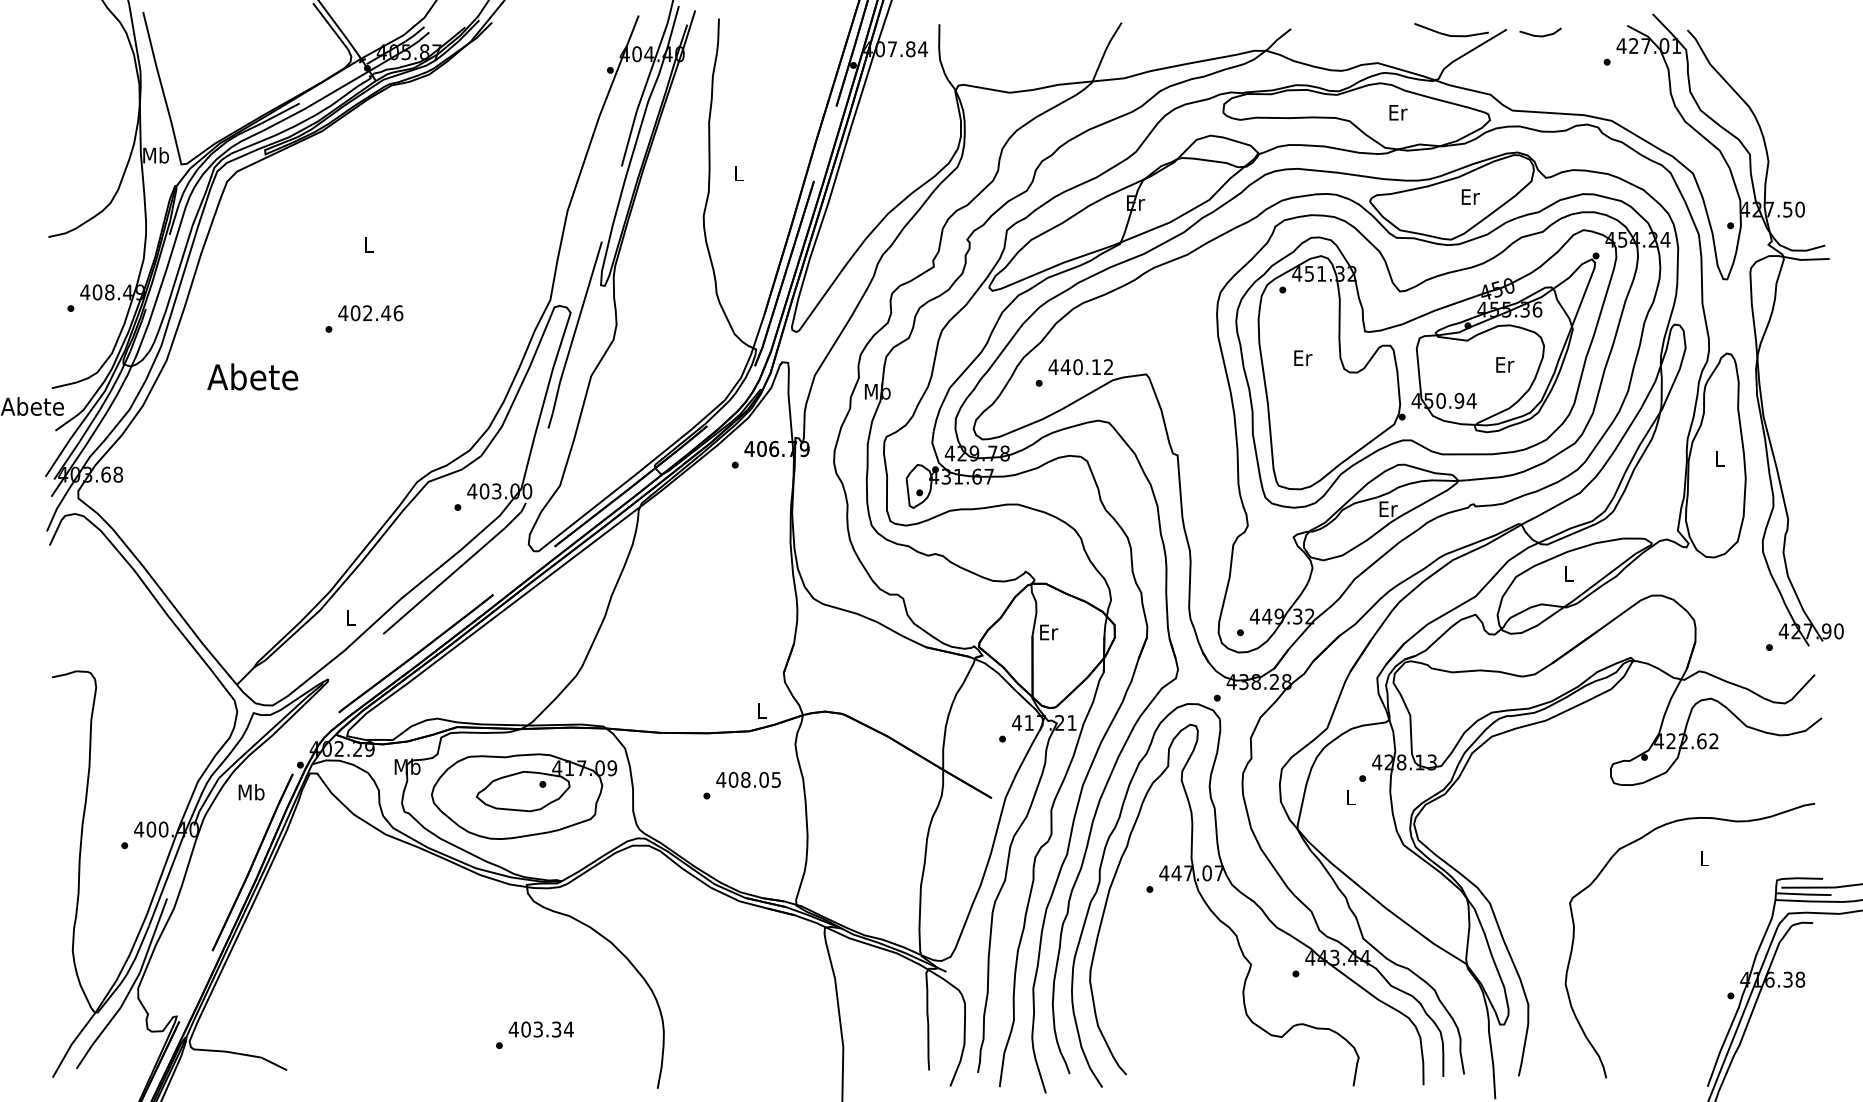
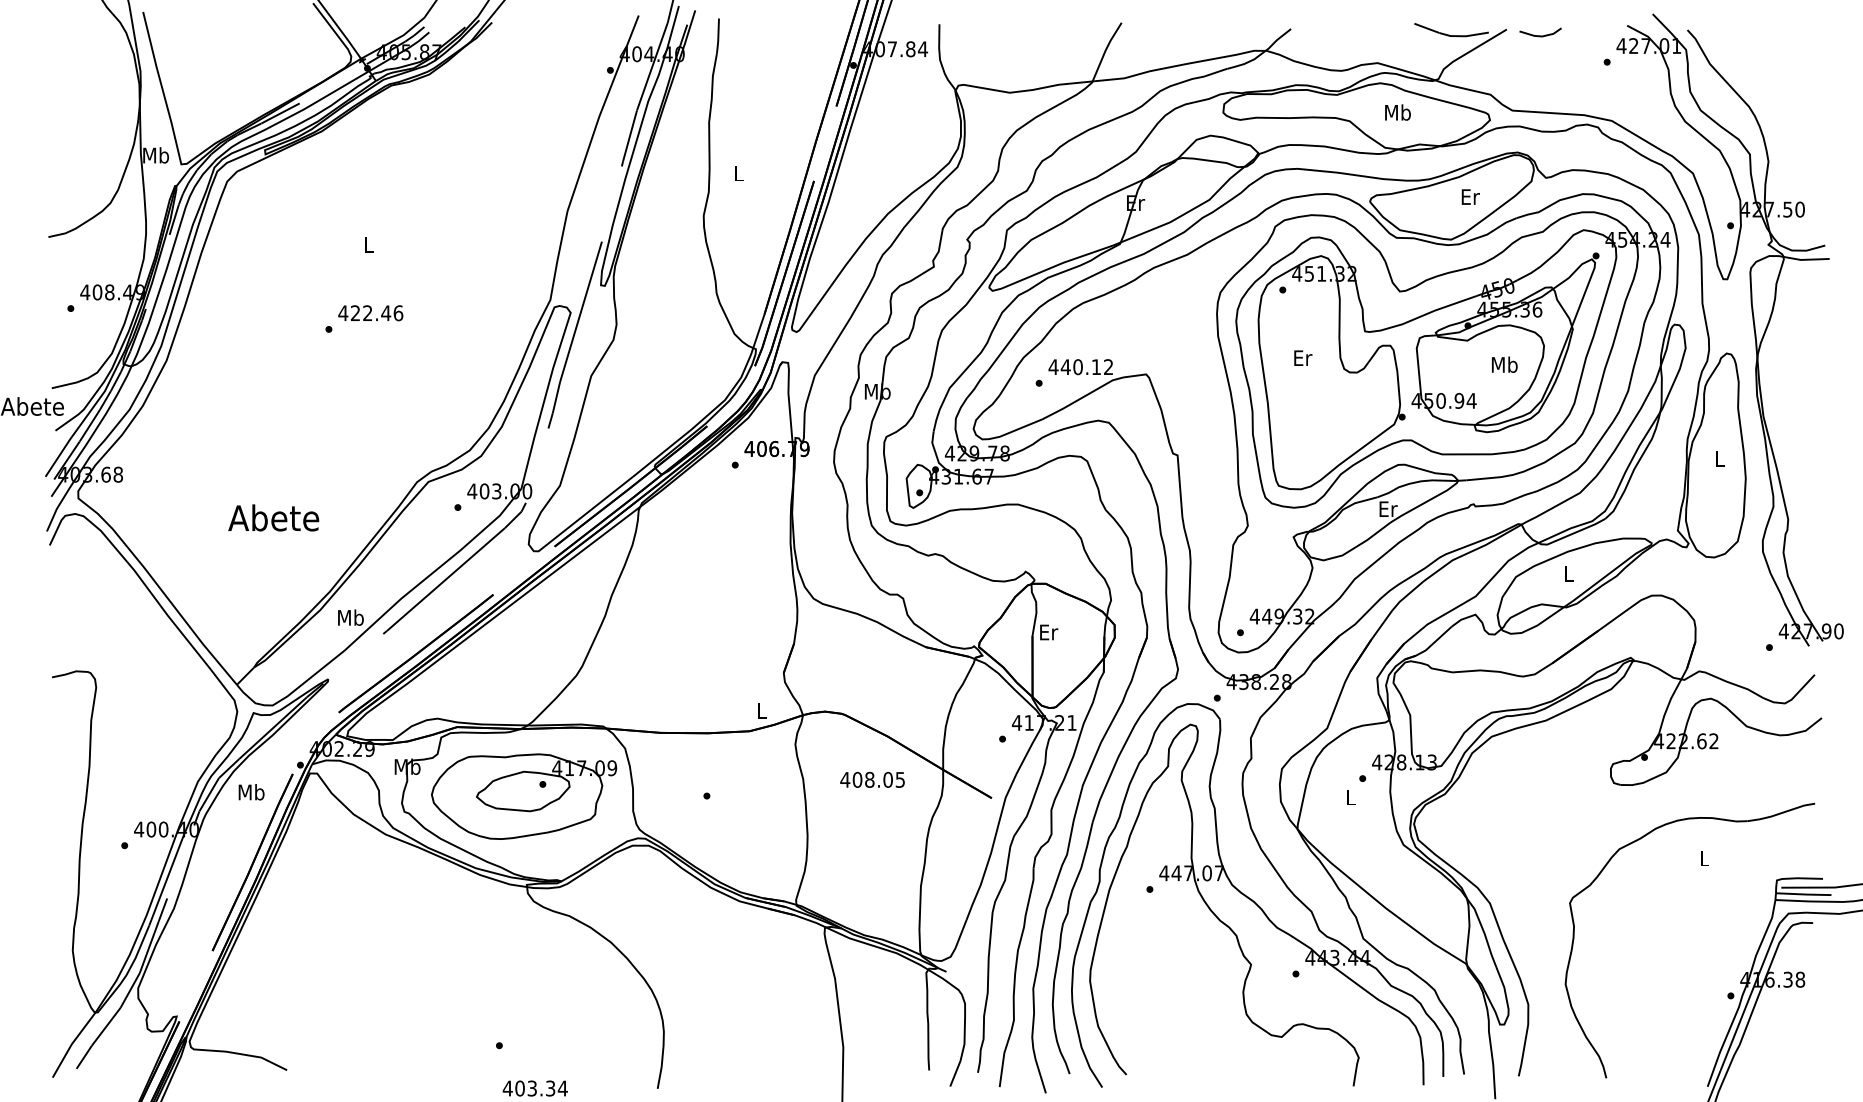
text at (1397, 112): Er -> Mb
text at (355, 313): 402.46 -> 422.46
text at (1504, 364): Er -> Mb
text at (252, 376) position: (252, 376) -> (273, 517)
text at (350, 617): L -> Mb
text at (748, 779) position: (748, 779) -> (872, 779)
text at (540, 1029) position: (540, 1029) -> (534, 1088)
